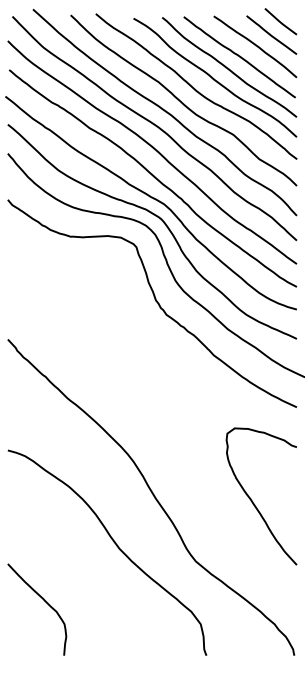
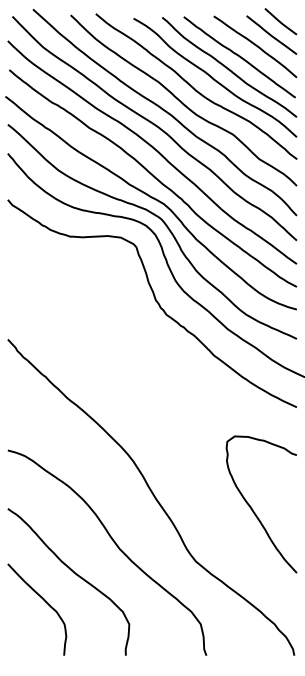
curve at (253, 501) position: (253, 501) -> (253, 509)
curve at (72, 572): none -> present
